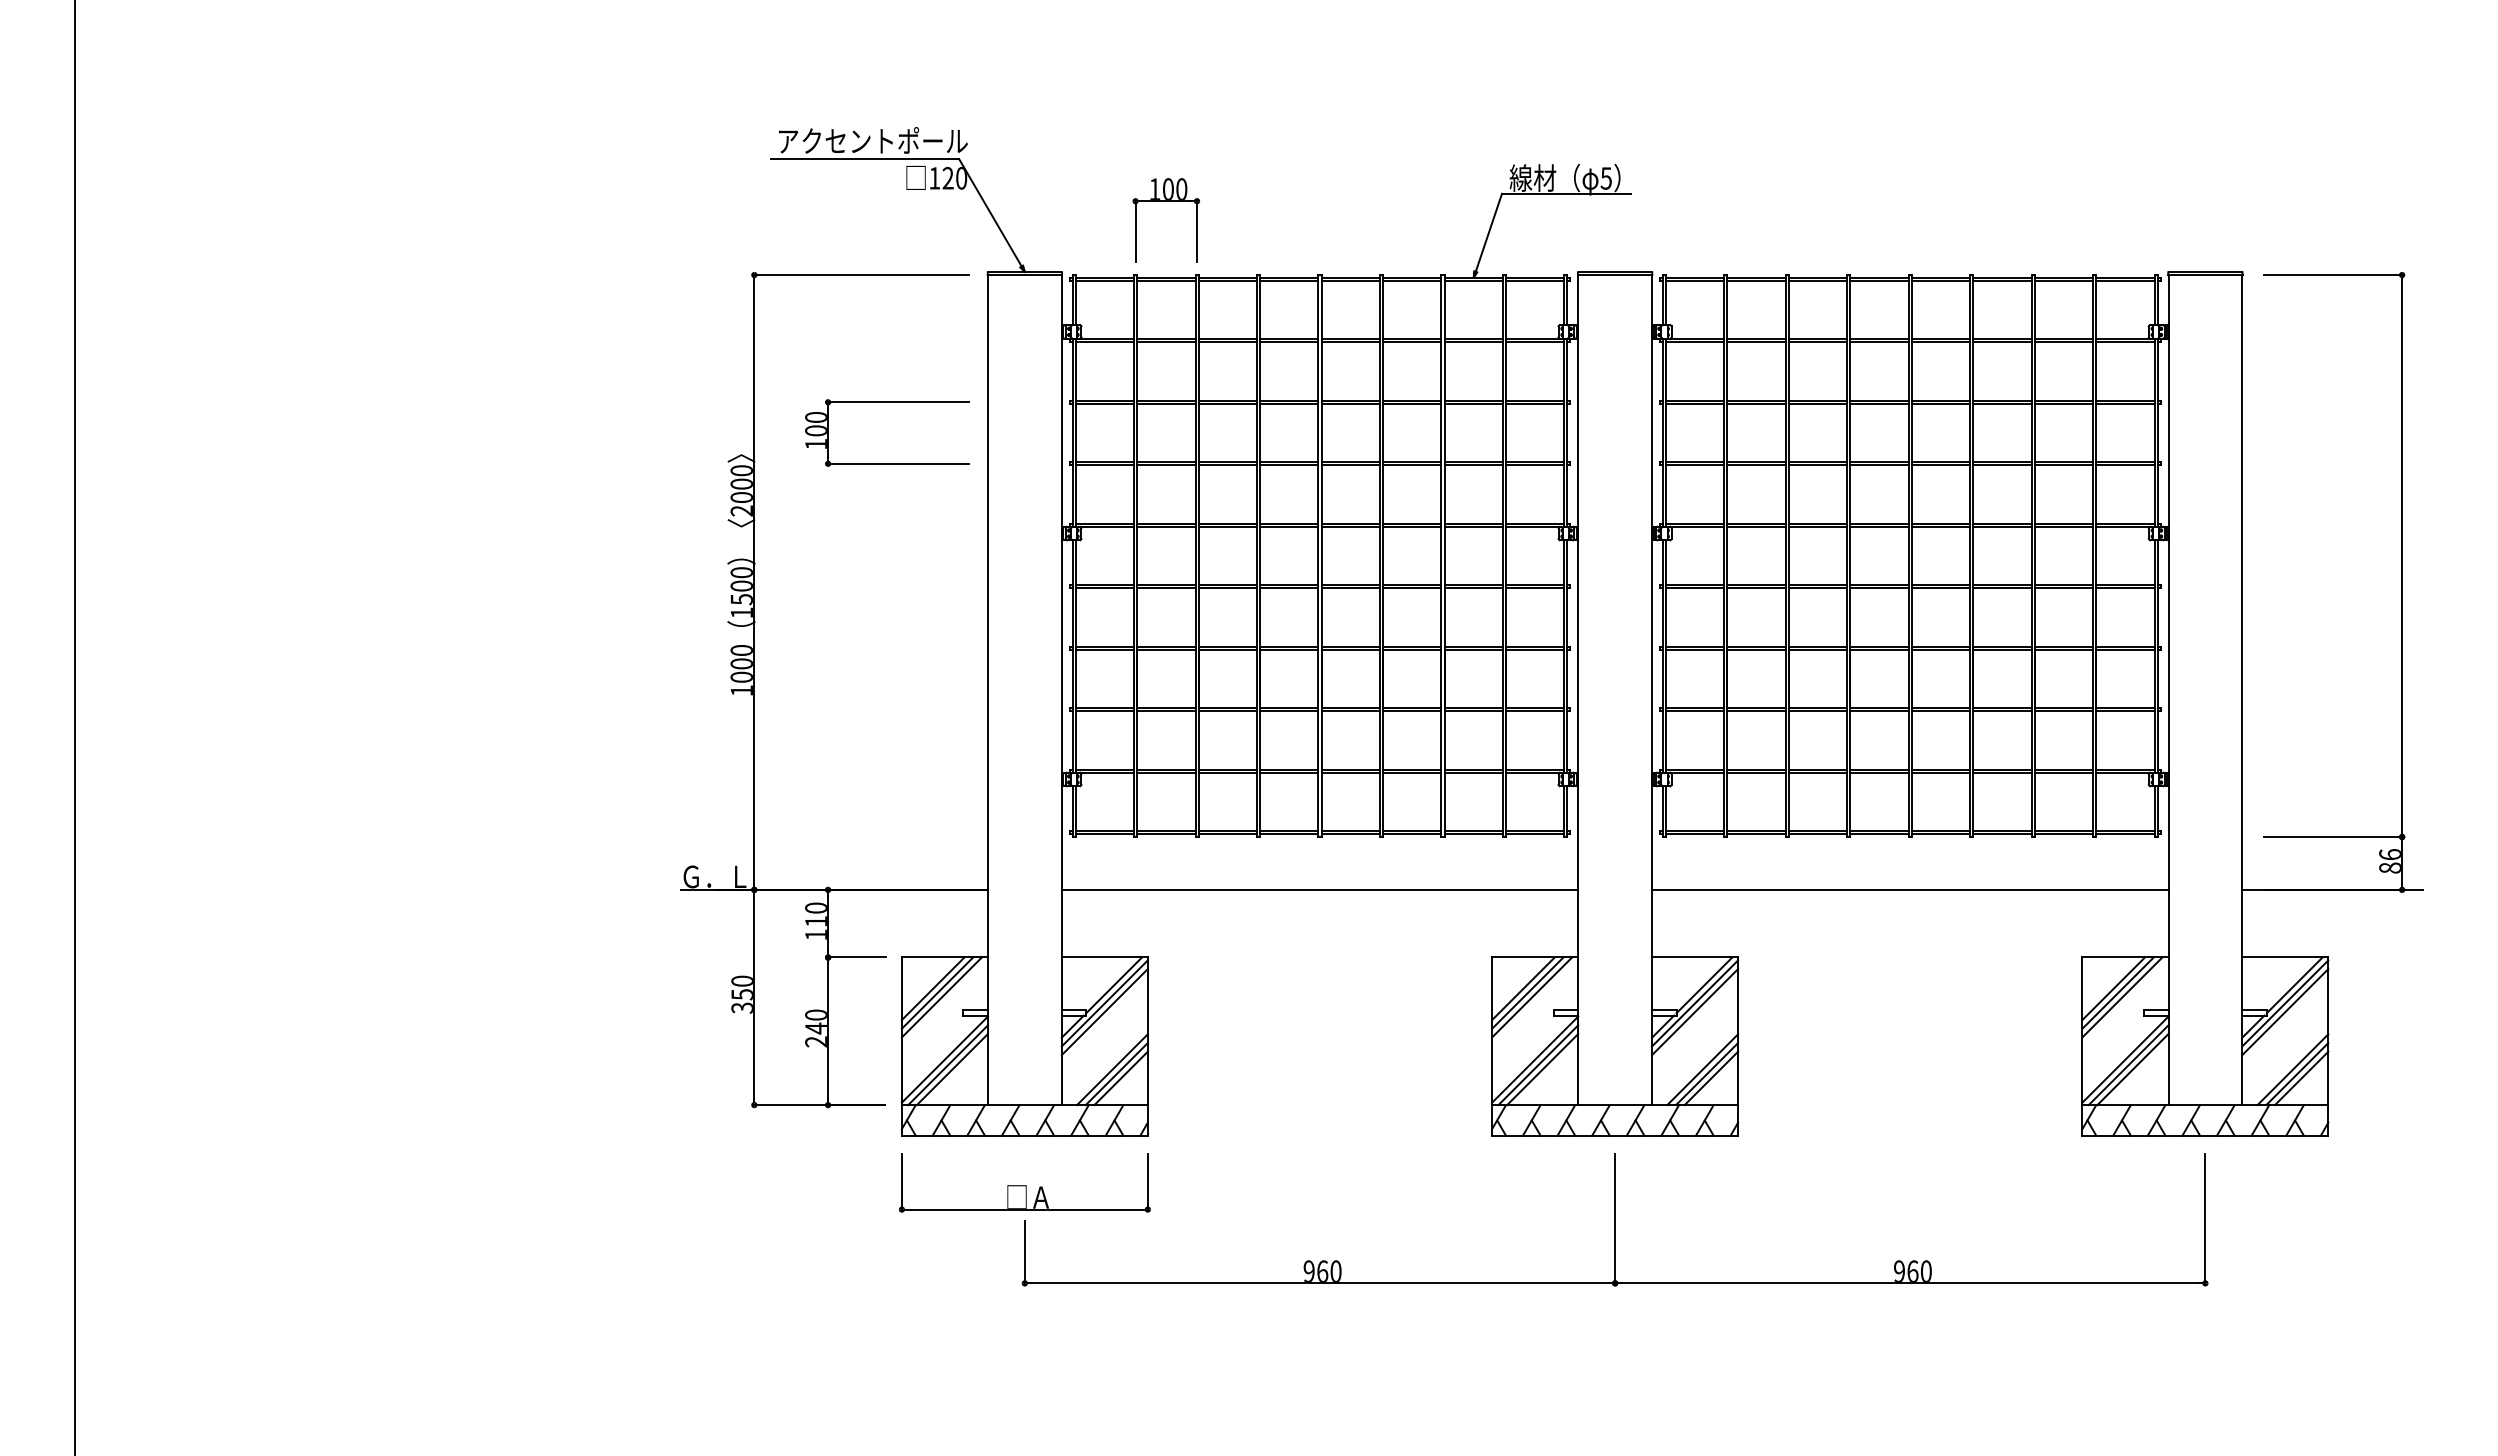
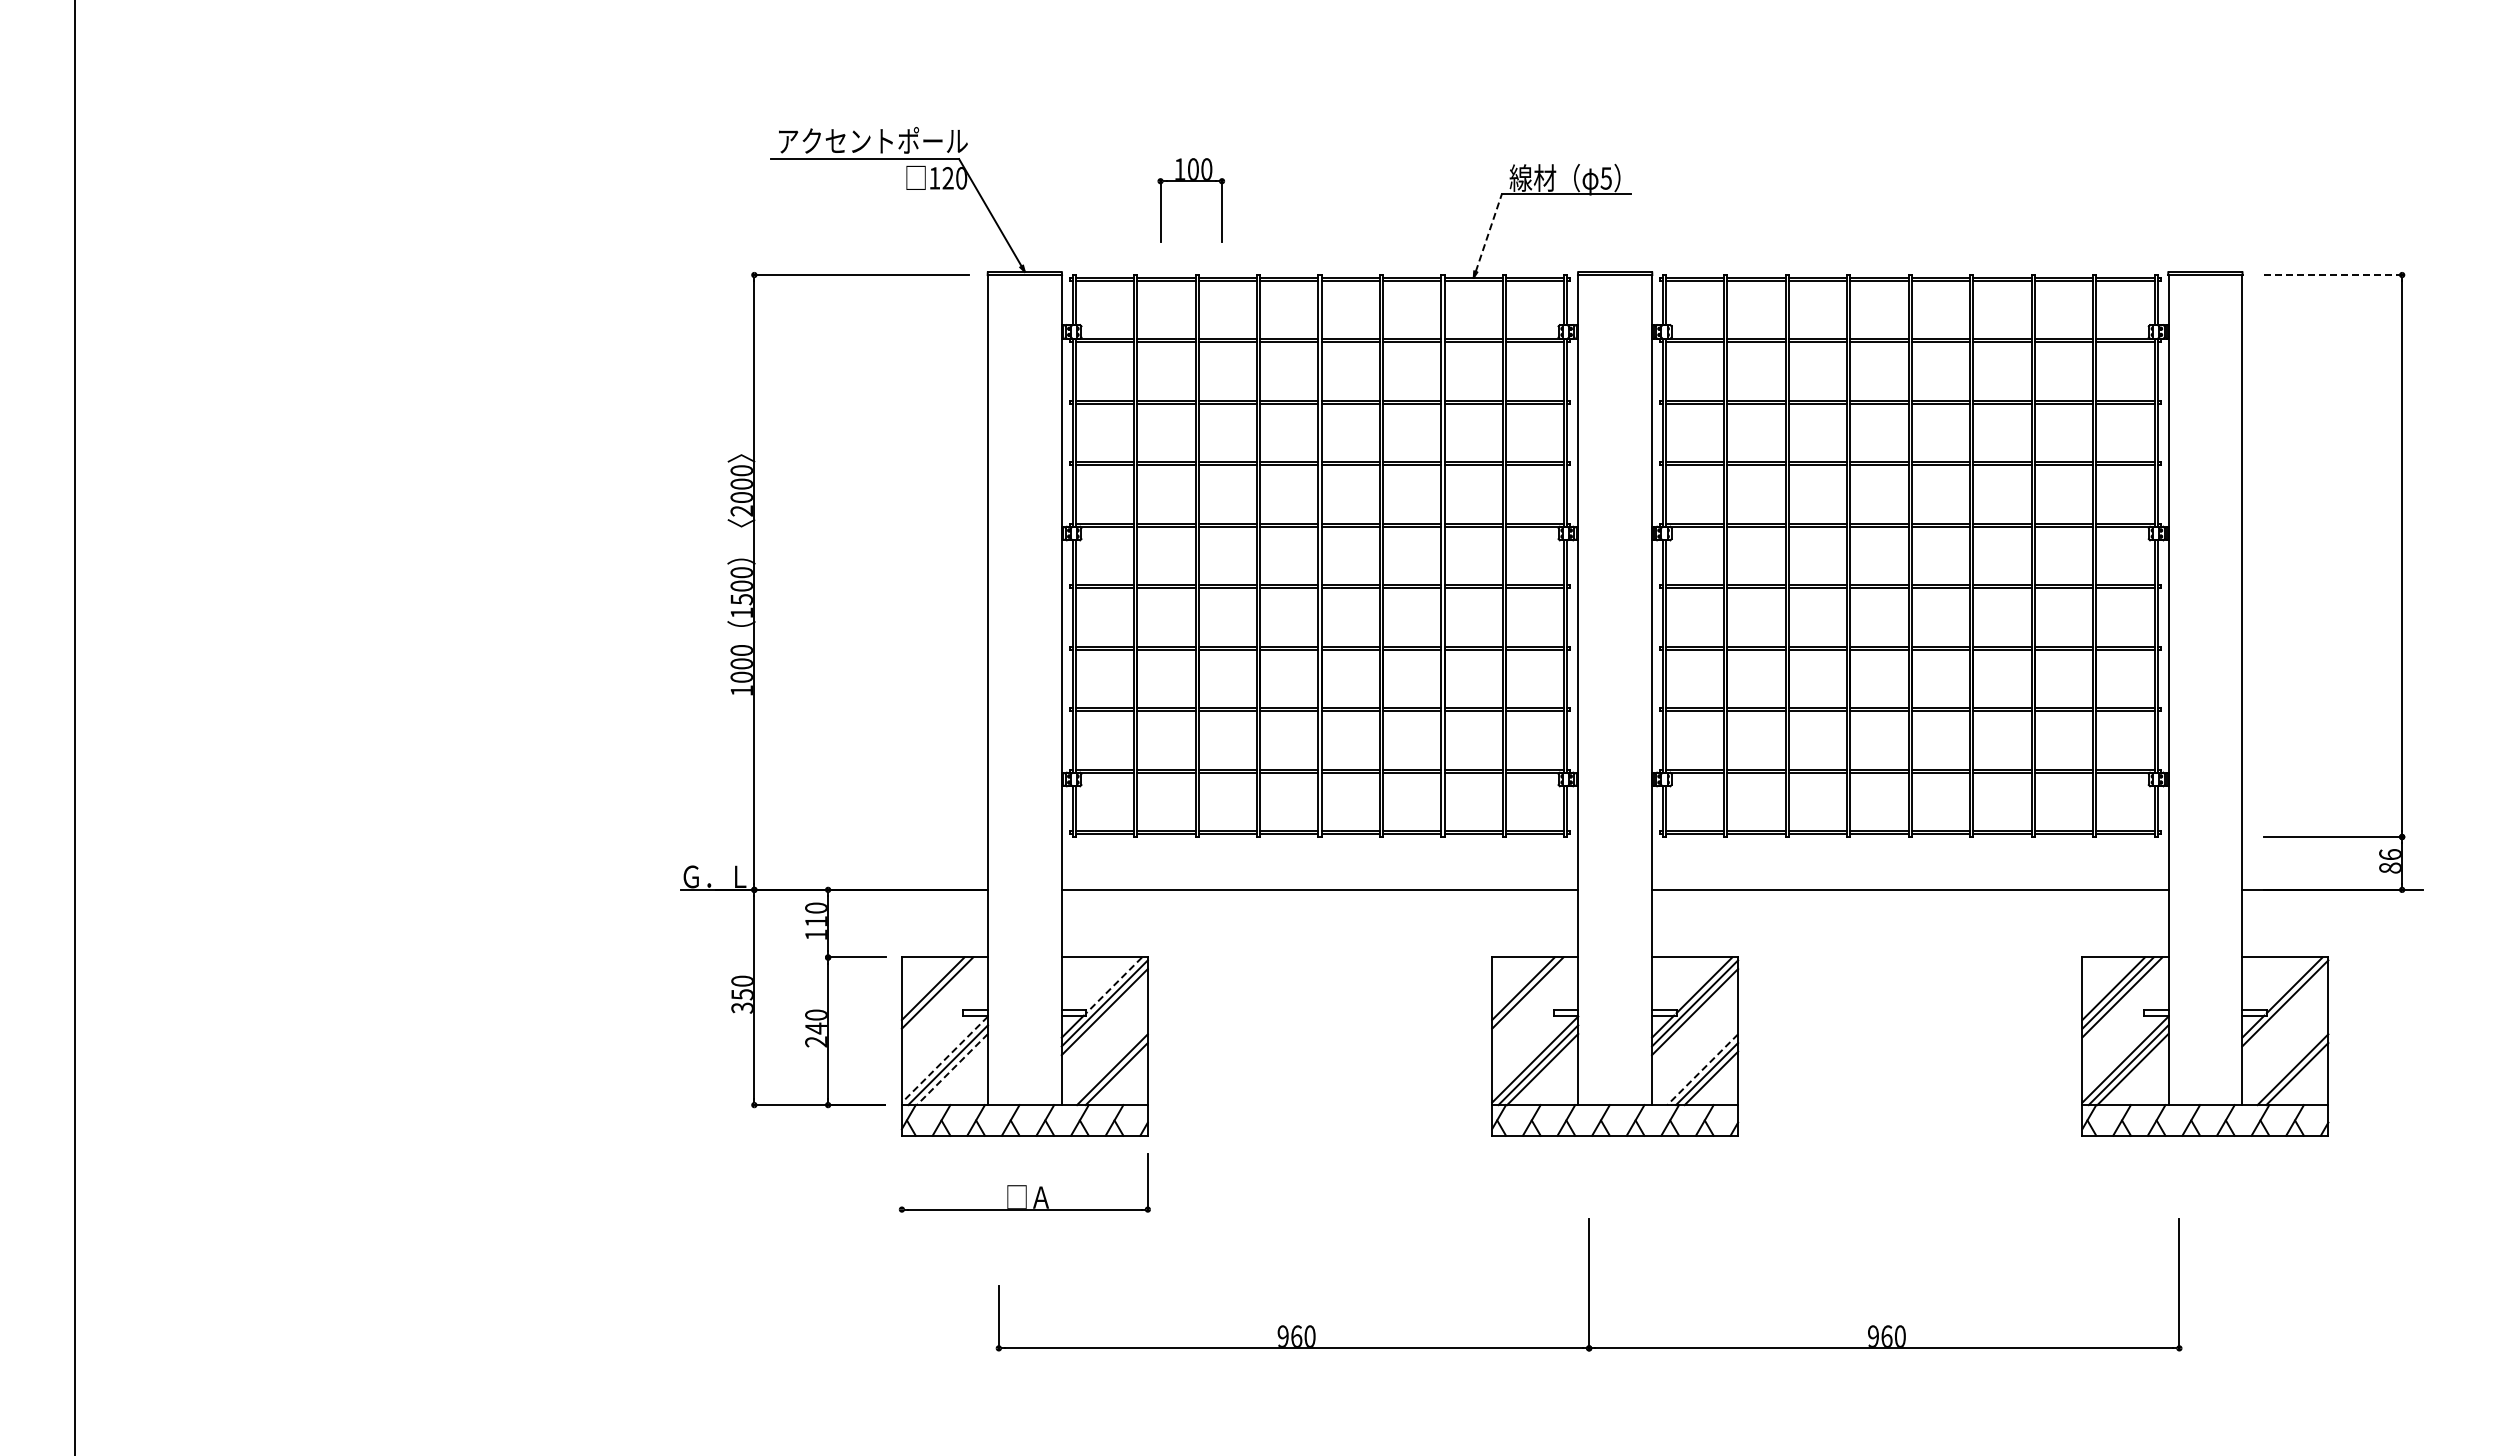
part at (1166, 201) position: (1166, 201) -> (1191, 181)
line at (1489, 232): solid -> dashed
line at (2333, 275): solid -> dashed
part at (887, 402): present -> none
line at (1113, 985): solid -> dashed
line at (941, 997): present -> none
line at (1532, 997): present -> none
line at (2285, 1012): present -> none
line at (944, 1059): solid -> dashed
line at (952, 1069): solid -> dashed
line at (1702, 1070): solid -> dashed
line at (1120, 1078): present -> none
line at (2301, 1078): present -> none
line at (901, 1182): present -> none
part at (1614, 1219) position: (1614, 1219) -> (1588, 1284)
